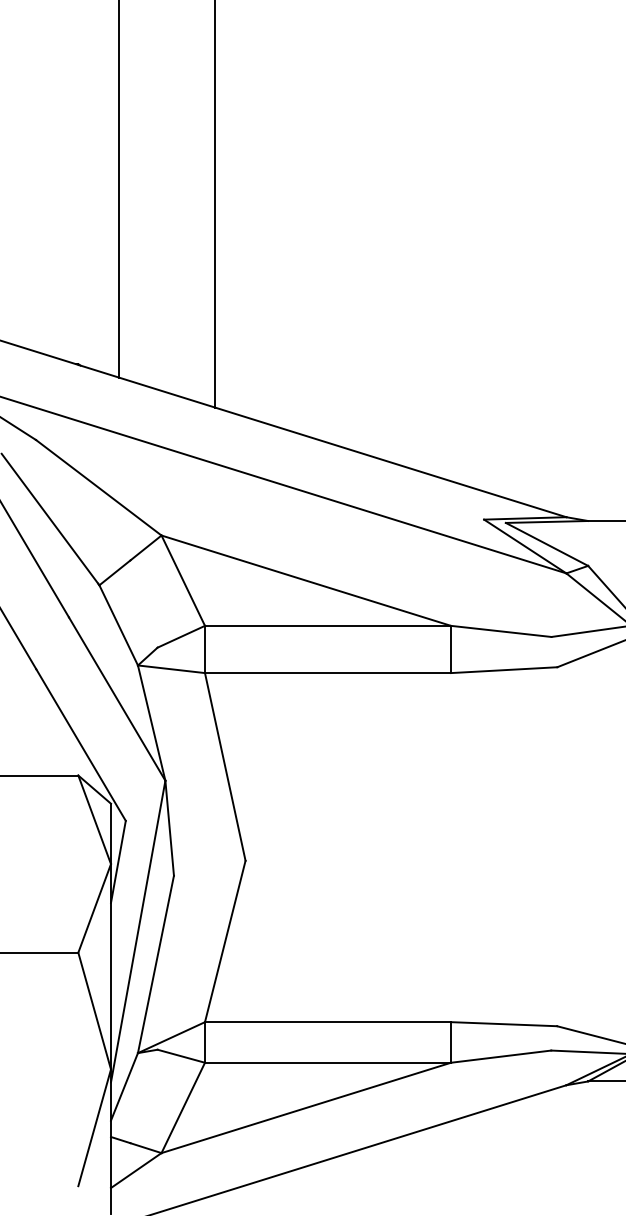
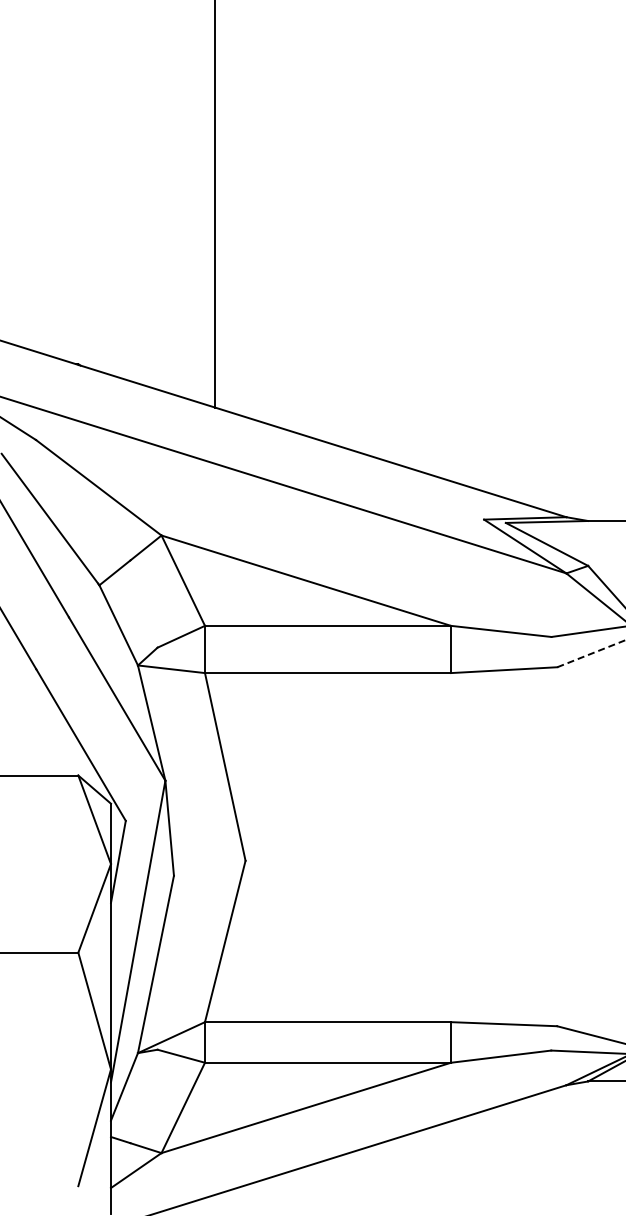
line at (119, 189): present -> none
line at (591, 653): solid -> dashed
